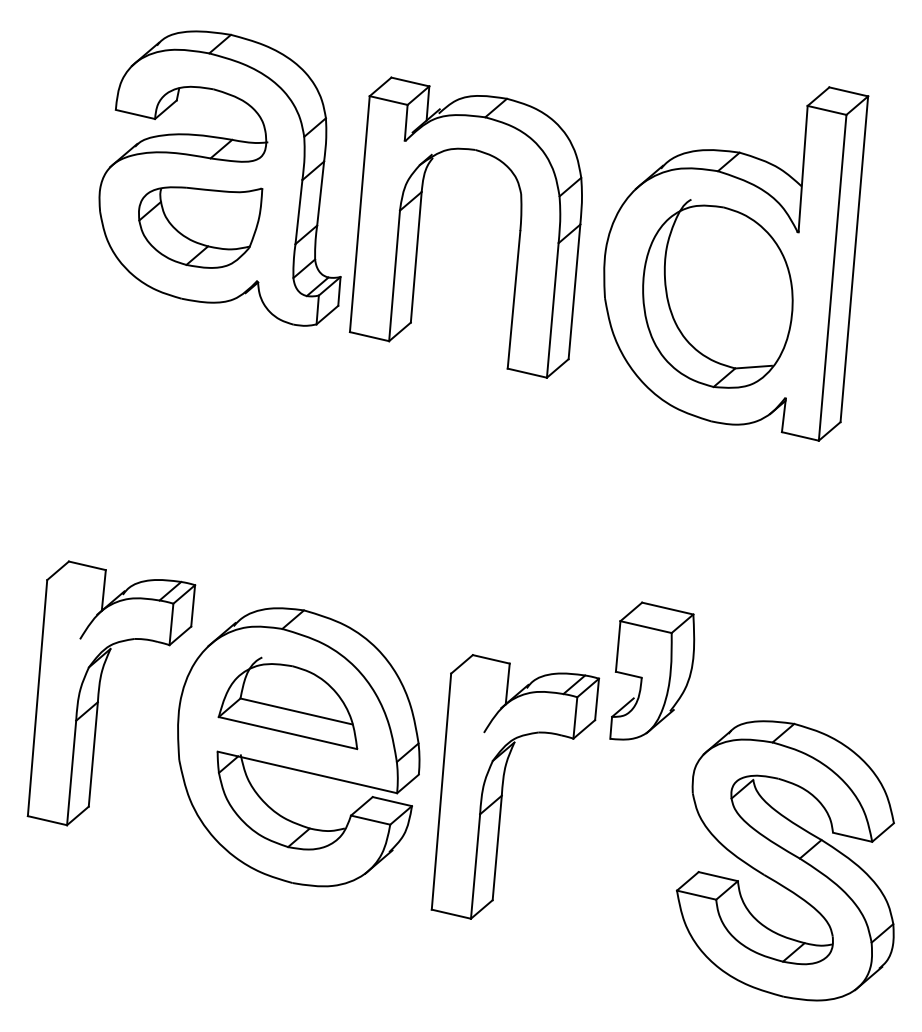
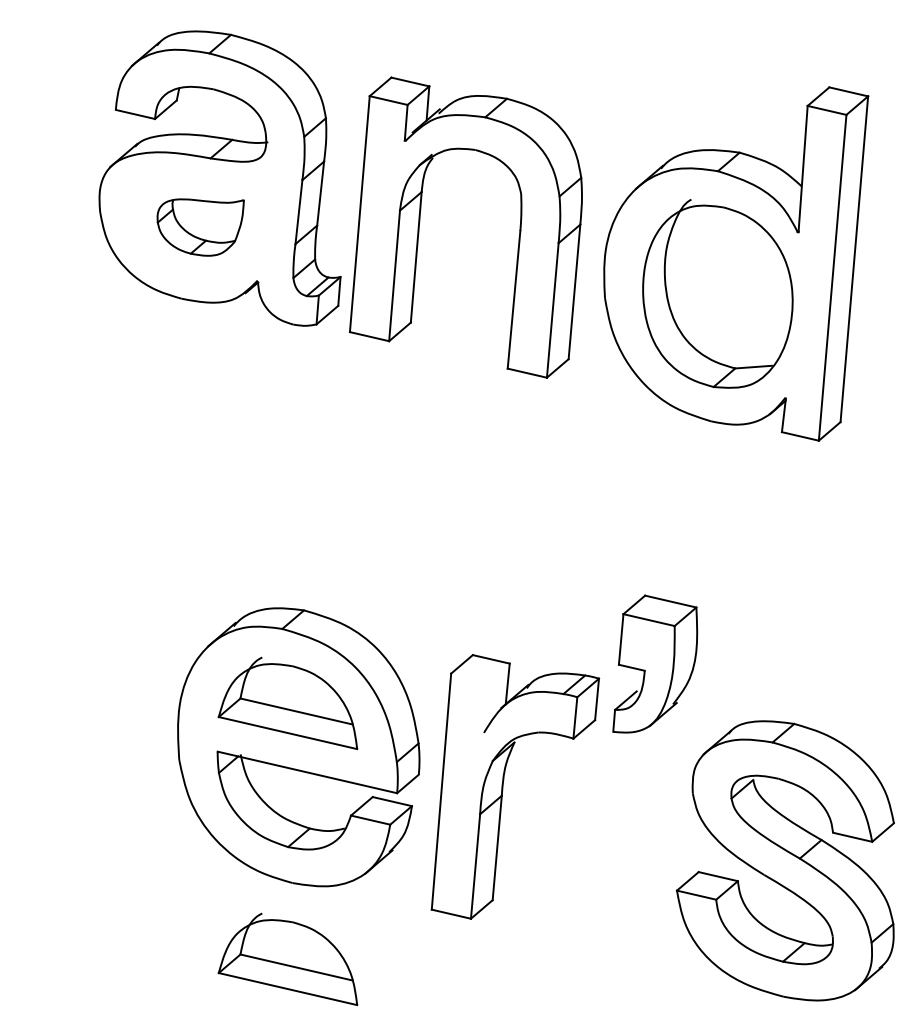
part at (200, 227) size: 126x83 px -> 89x59 px
part at (652, 670) position: (652, 670) -> (655, 663)
part at (99, 693): present -> none
part at (287, 959): none -> present
